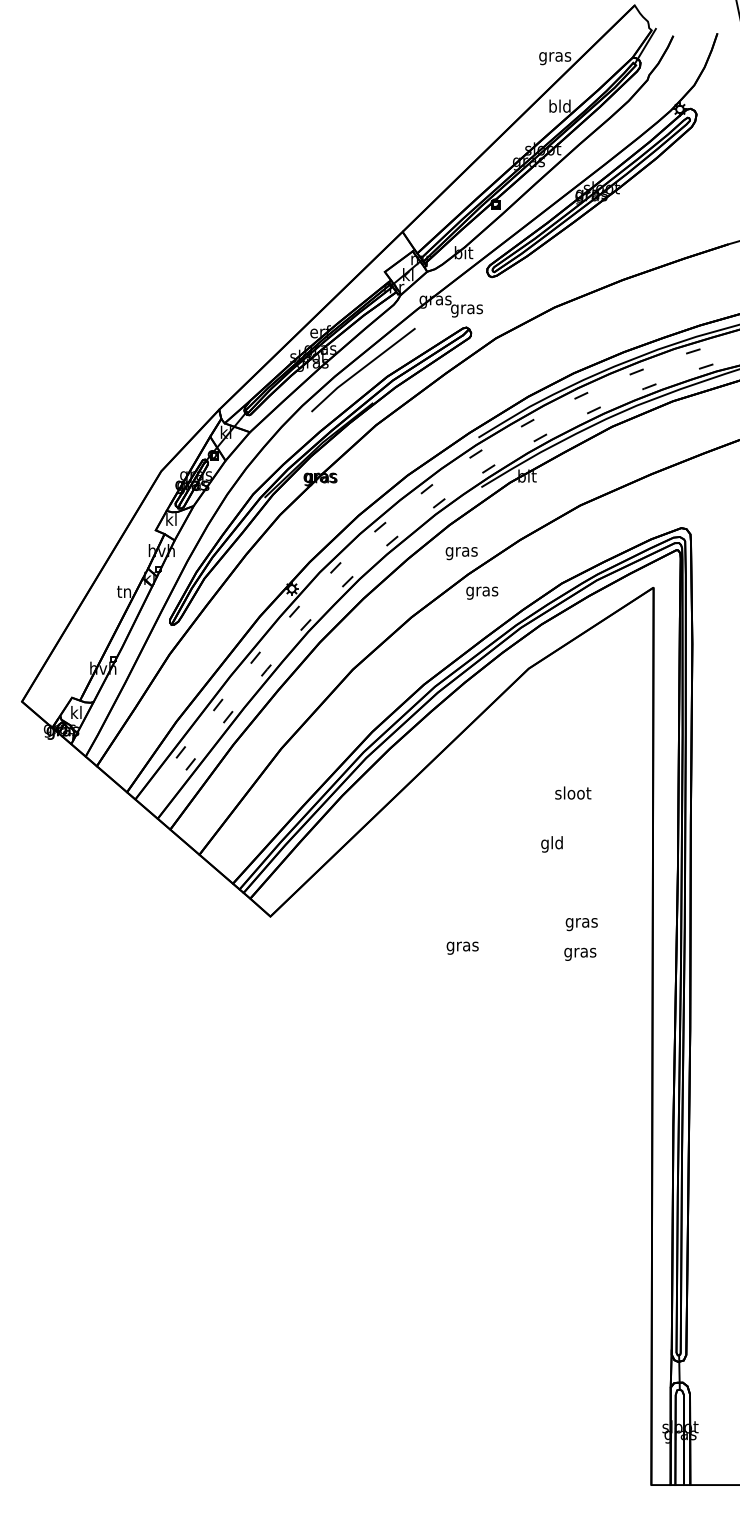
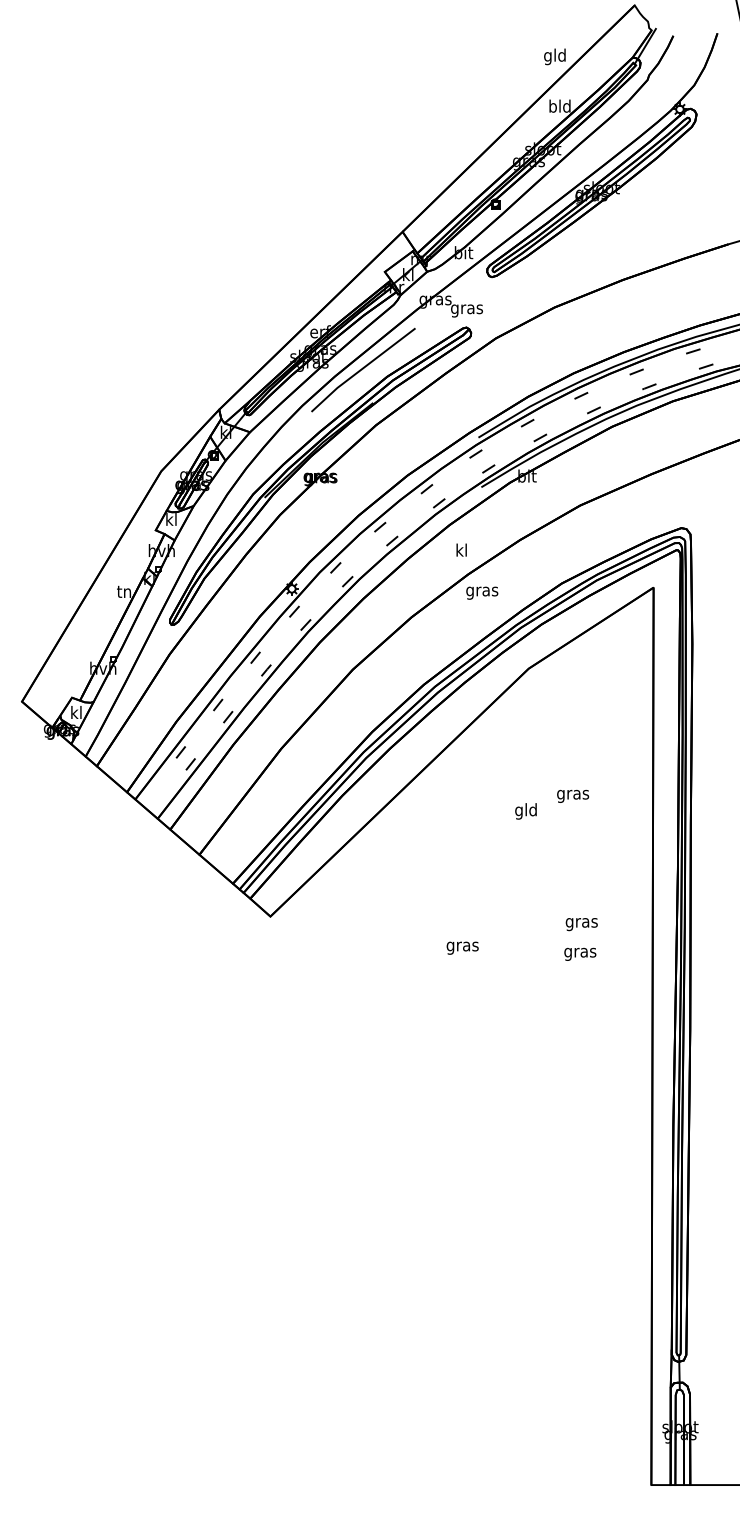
text at (555, 56): gras -> gld
text at (461, 551): gras -> kl
text at (573, 794): sloot -> gras
text at (551, 844) position: (551, 844) -> (525, 811)
